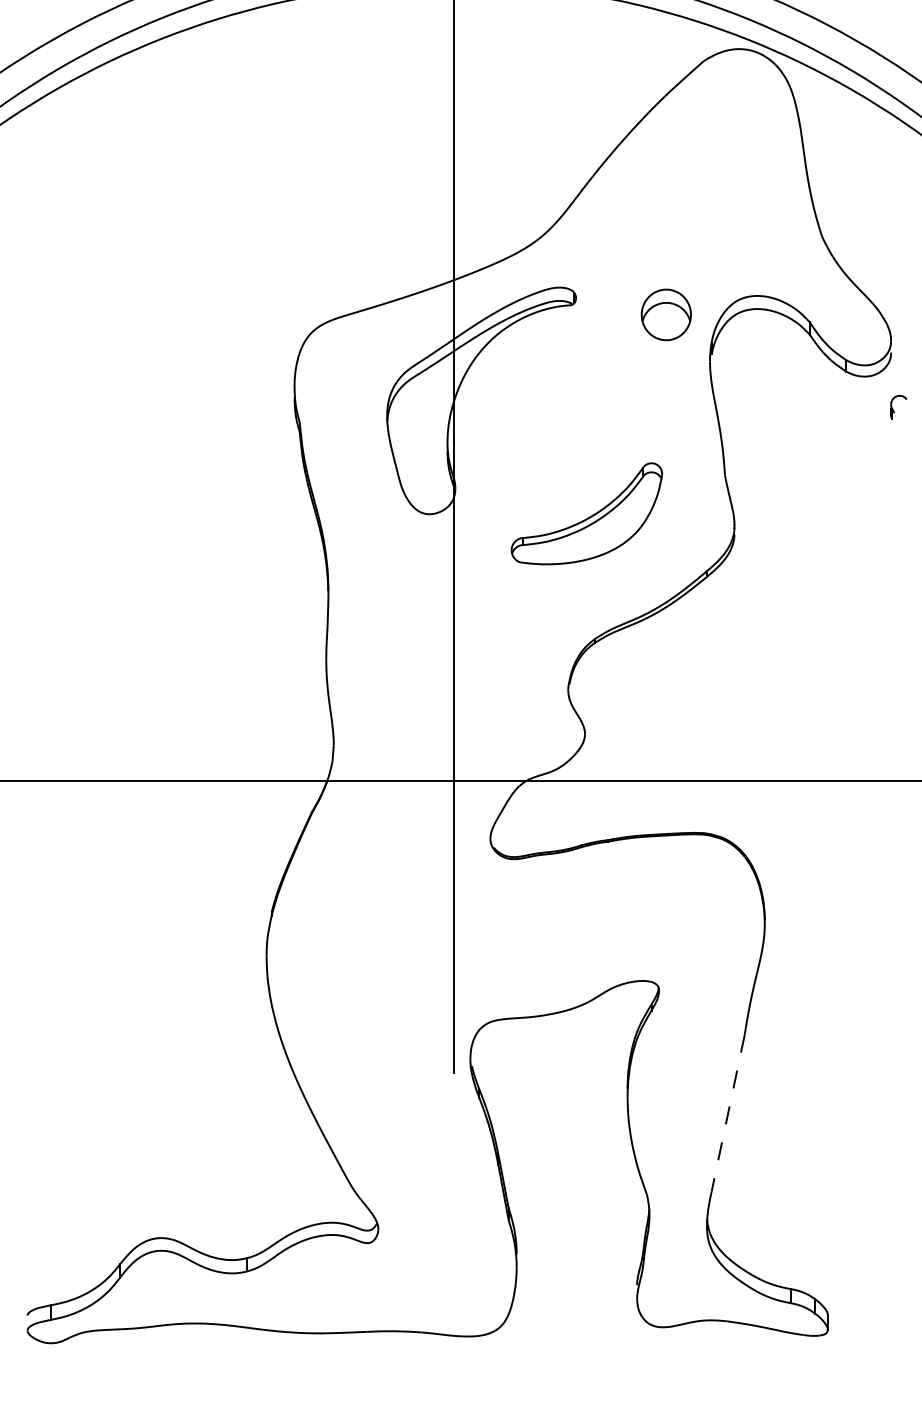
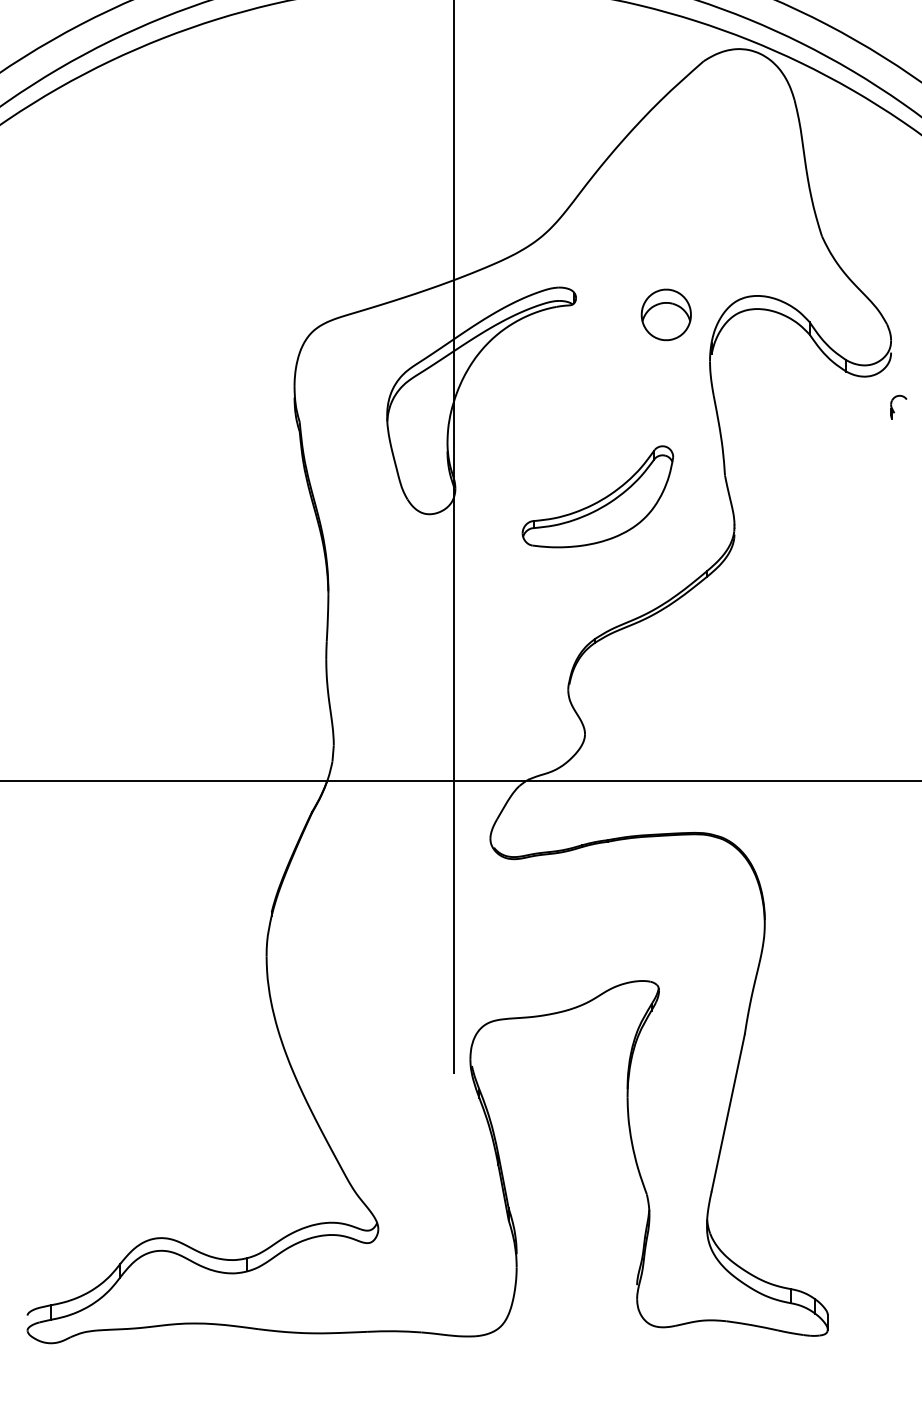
part at (586, 513) position: (586, 513) -> (597, 496)
line at (728, 1113): dashed -> solid
